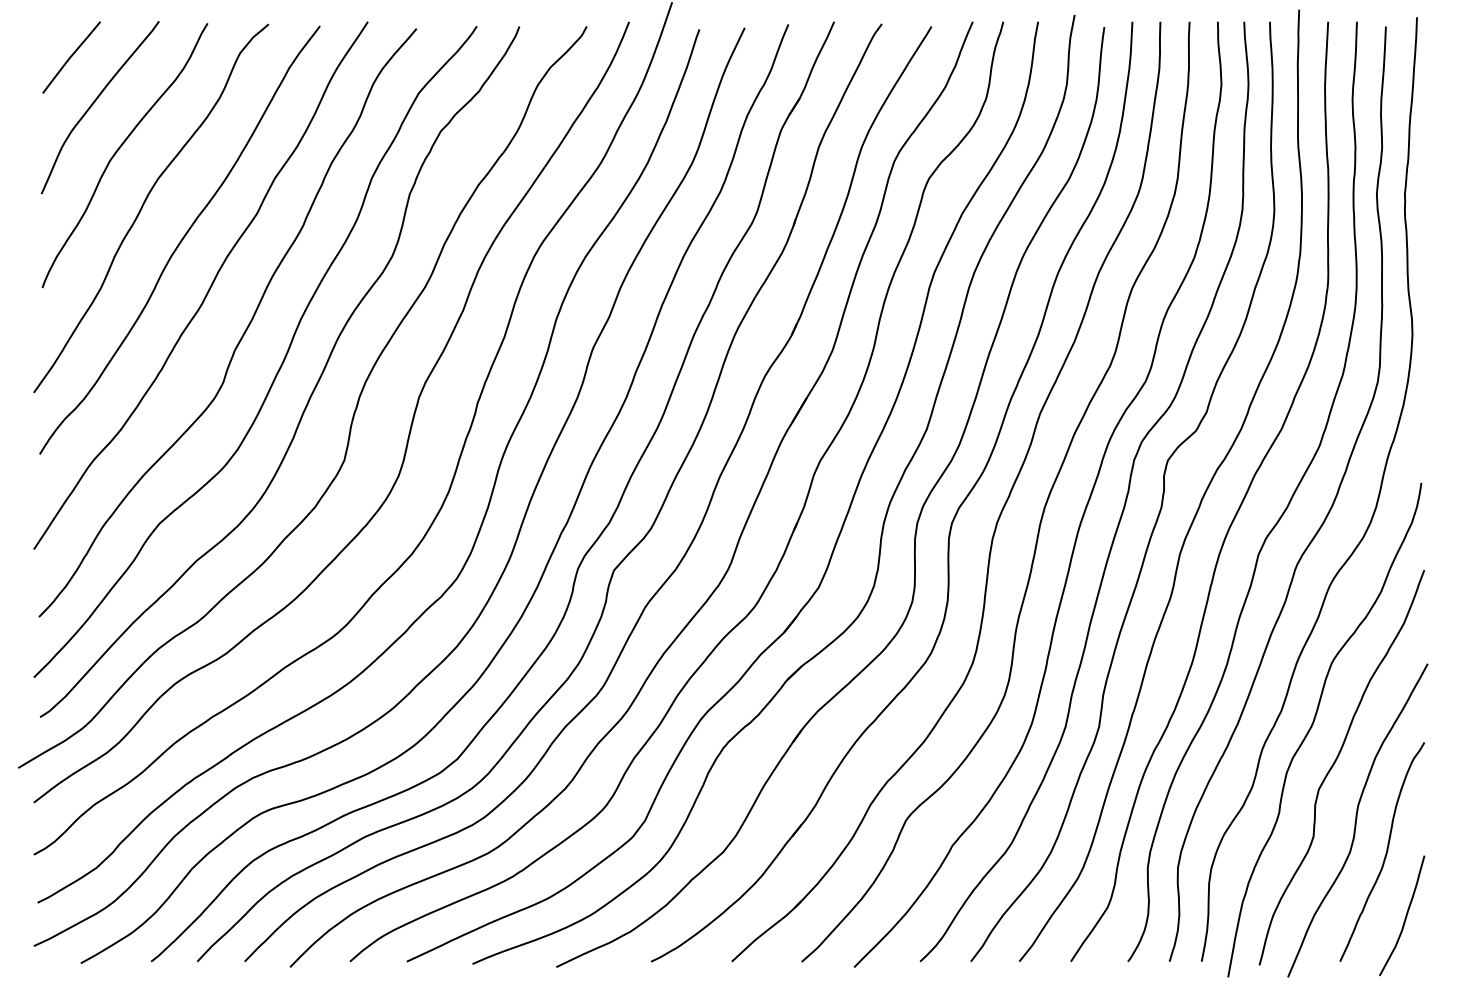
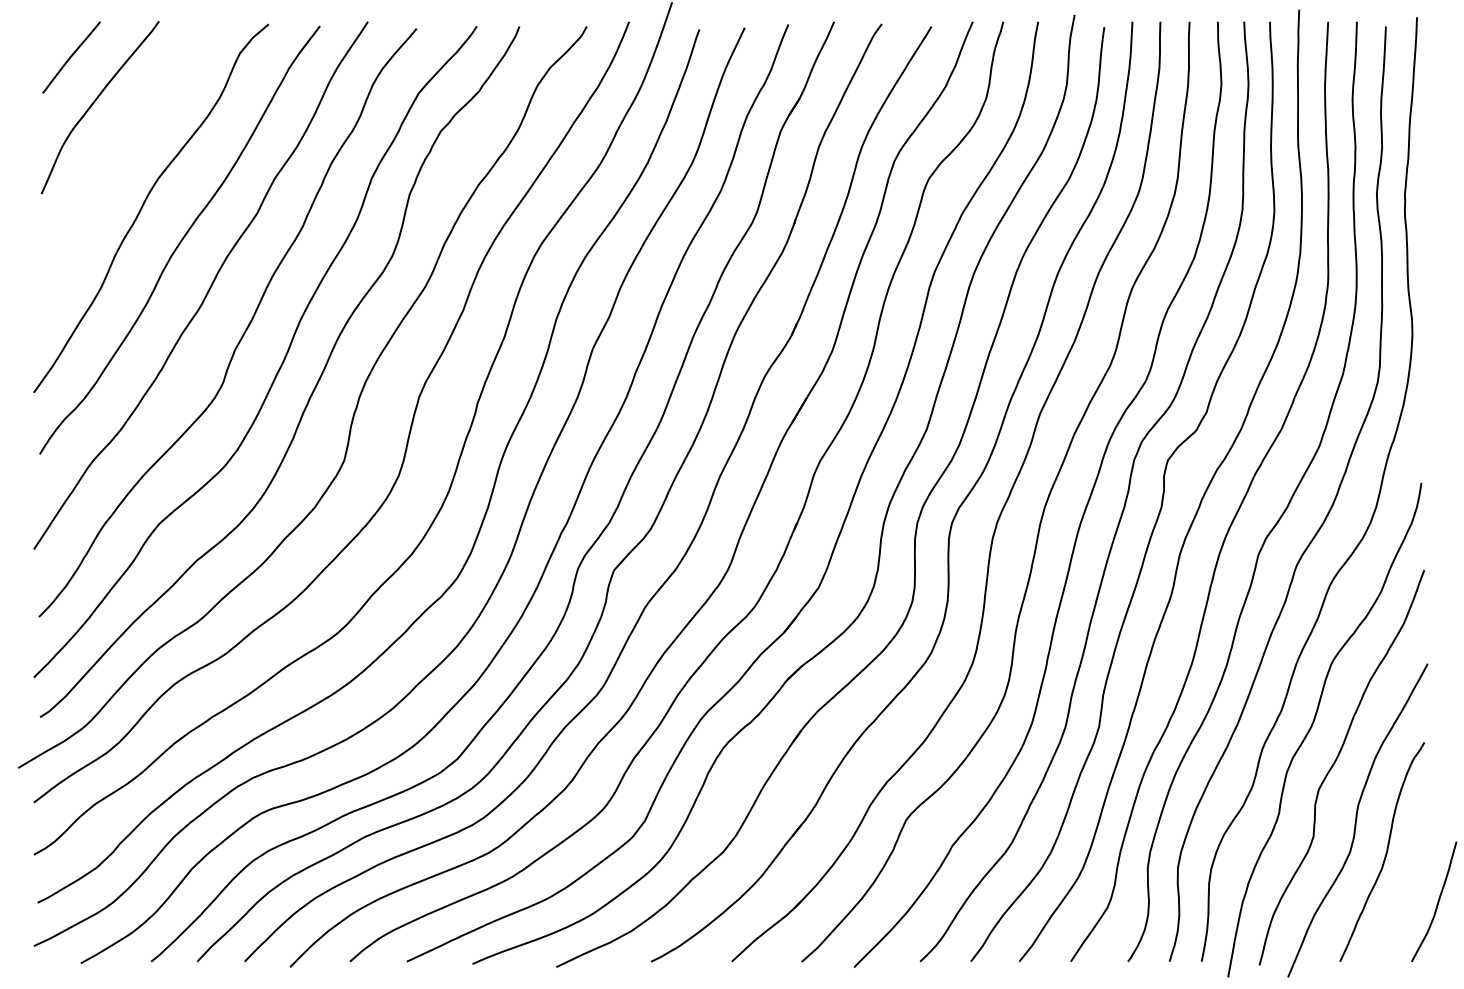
curve at (117, 152): present -> none
curve at (1405, 915) position: (1405, 915) -> (1437, 901)
